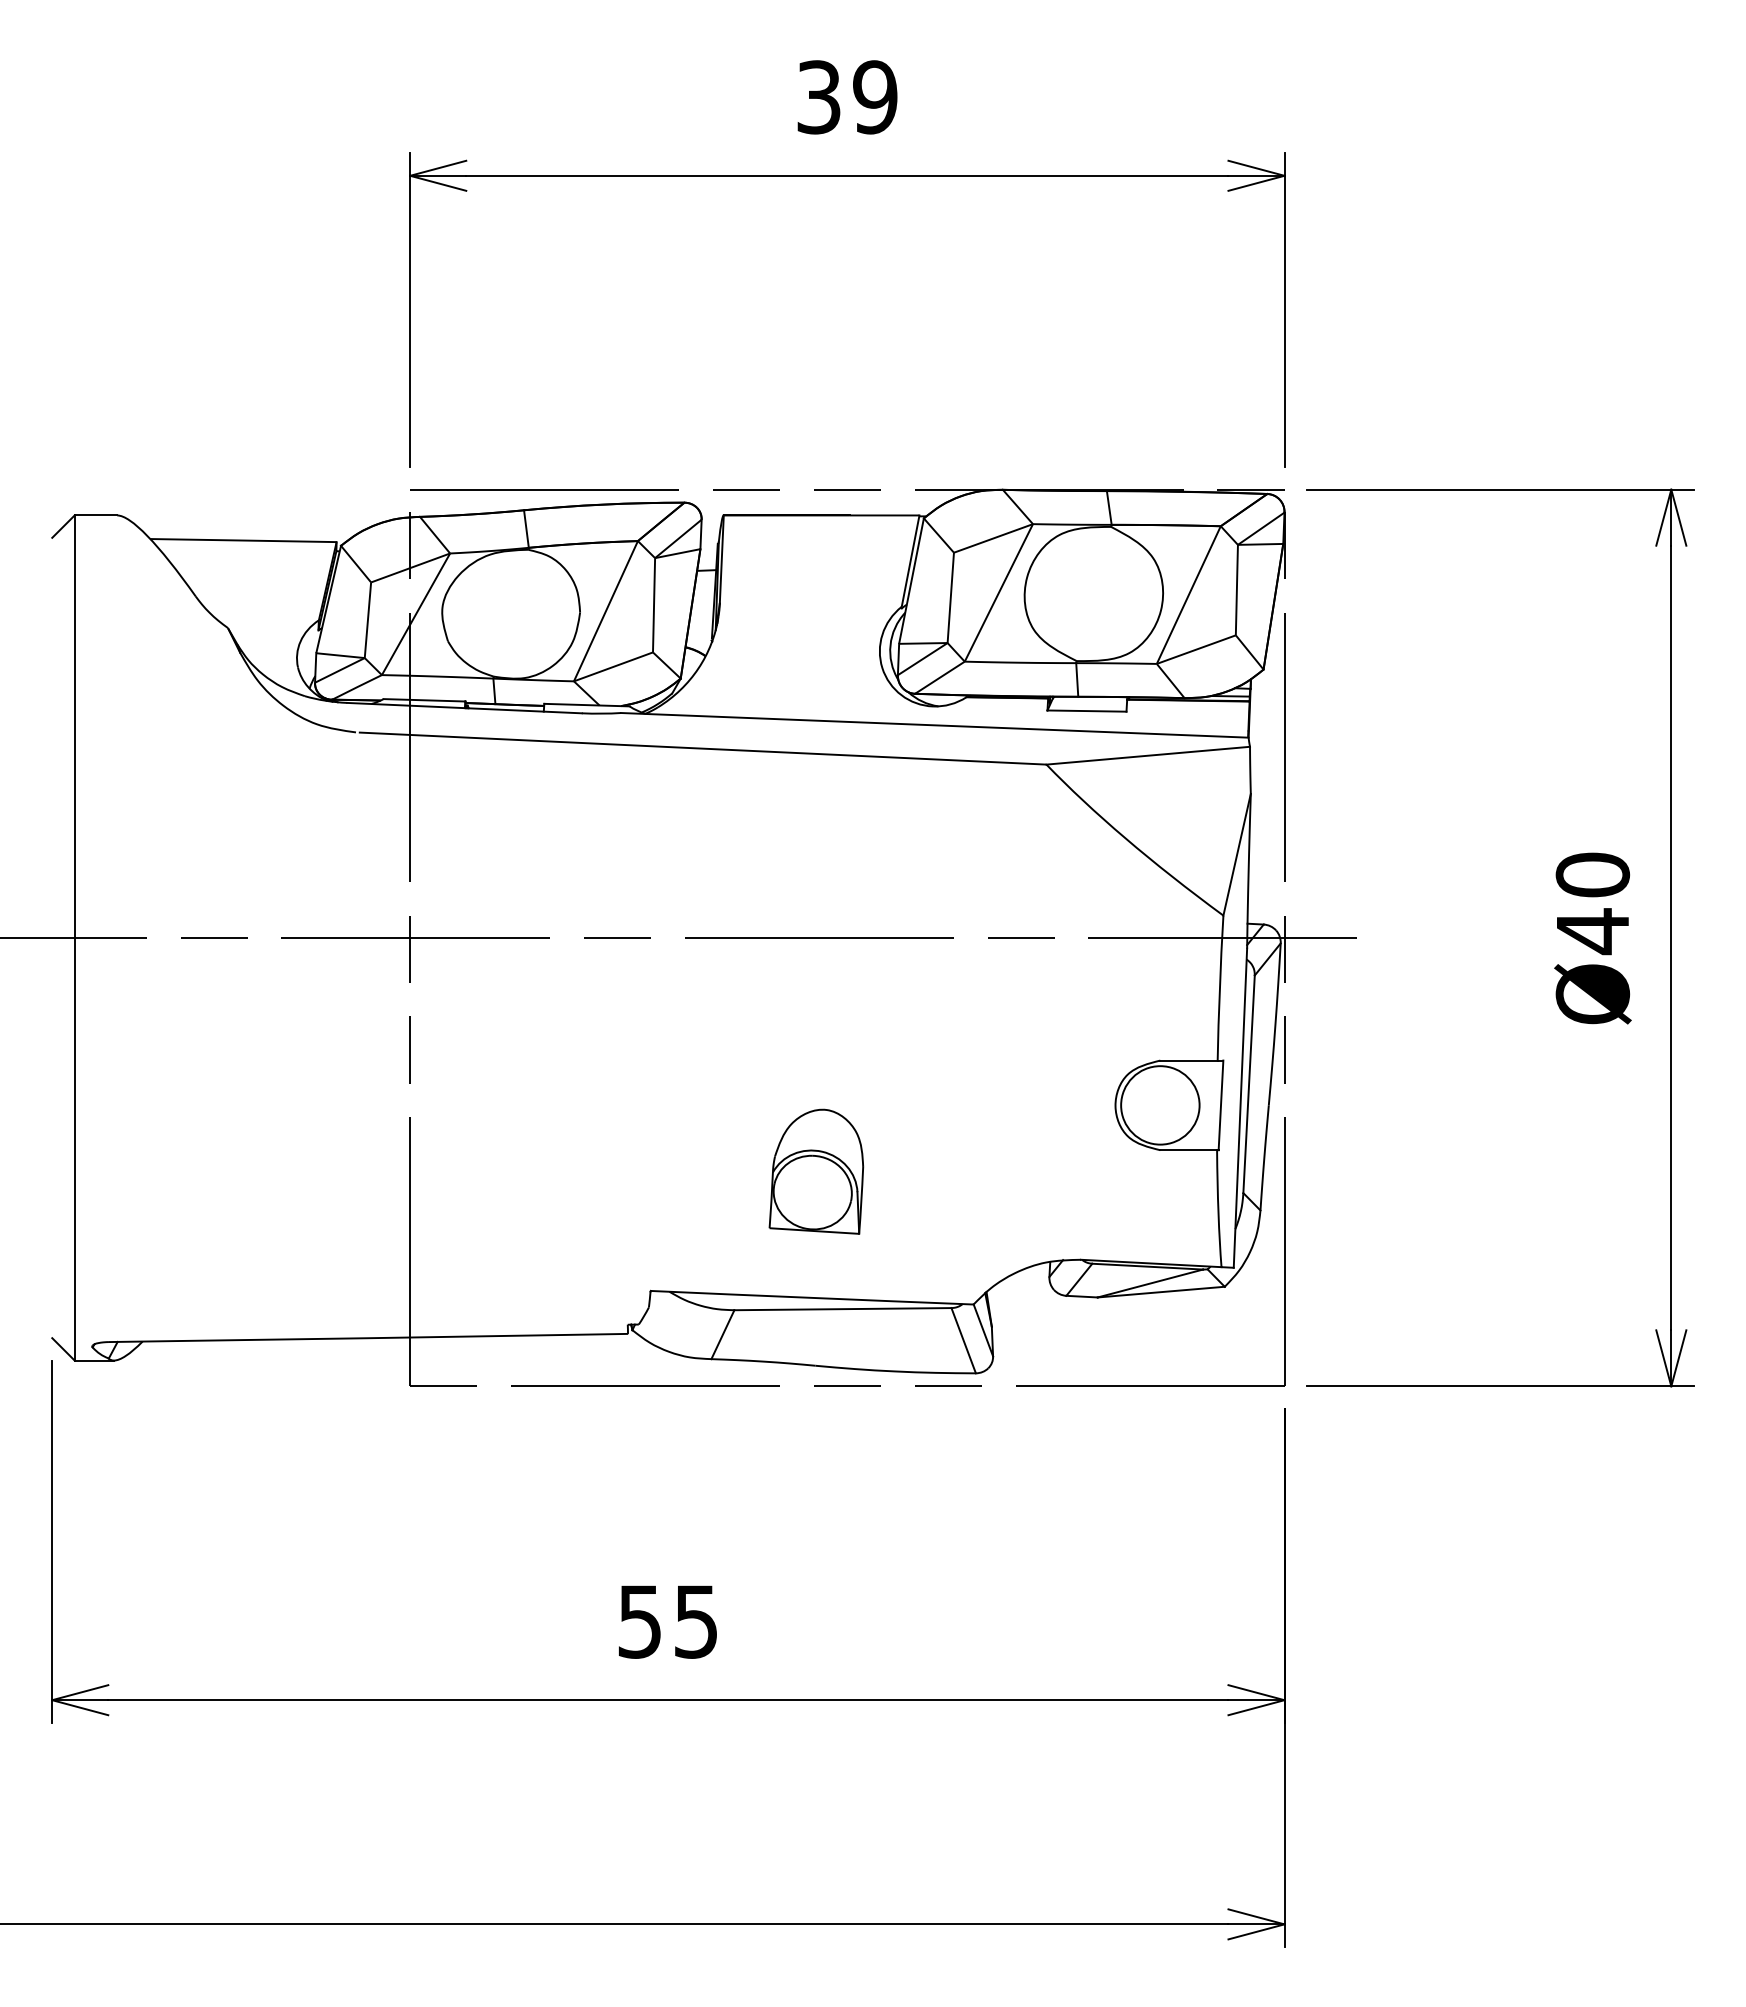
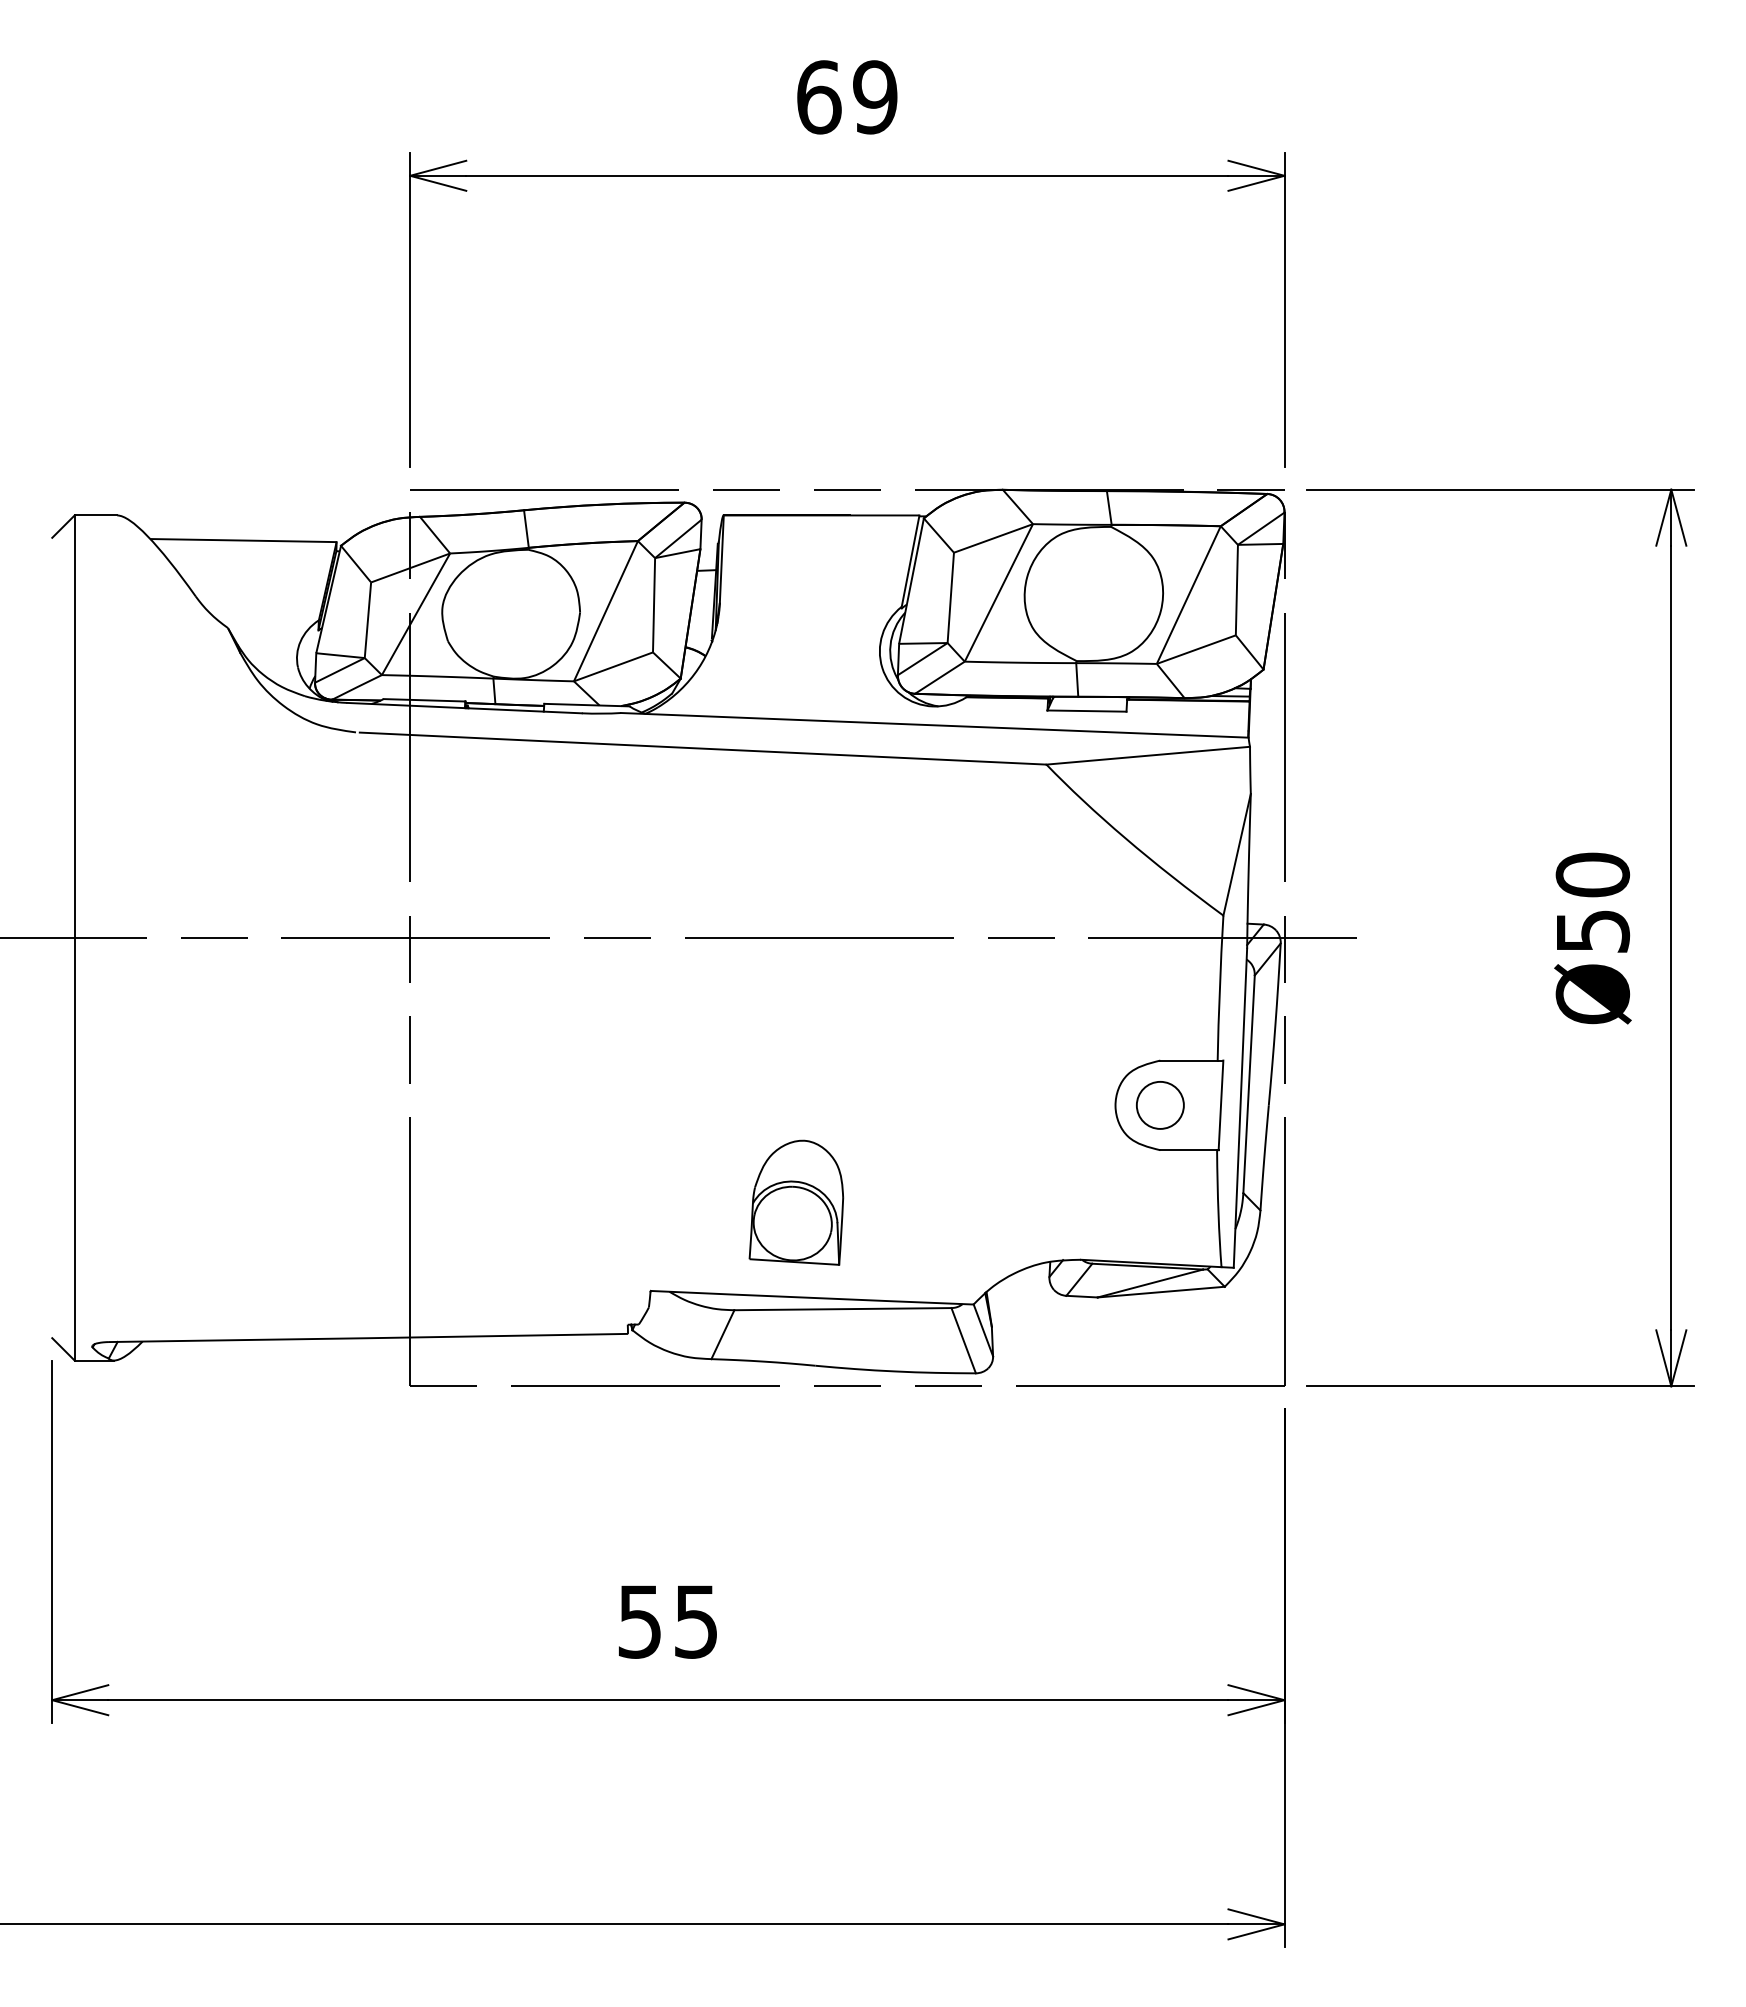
text at (819, 97): 39 -> 69
text at (1593, 931): Ø40 -> Ø50
circle at (1160, 1105) diameter: 78 px -> 47 px
part at (816, 1171) position: (816, 1171) -> (796, 1202)
